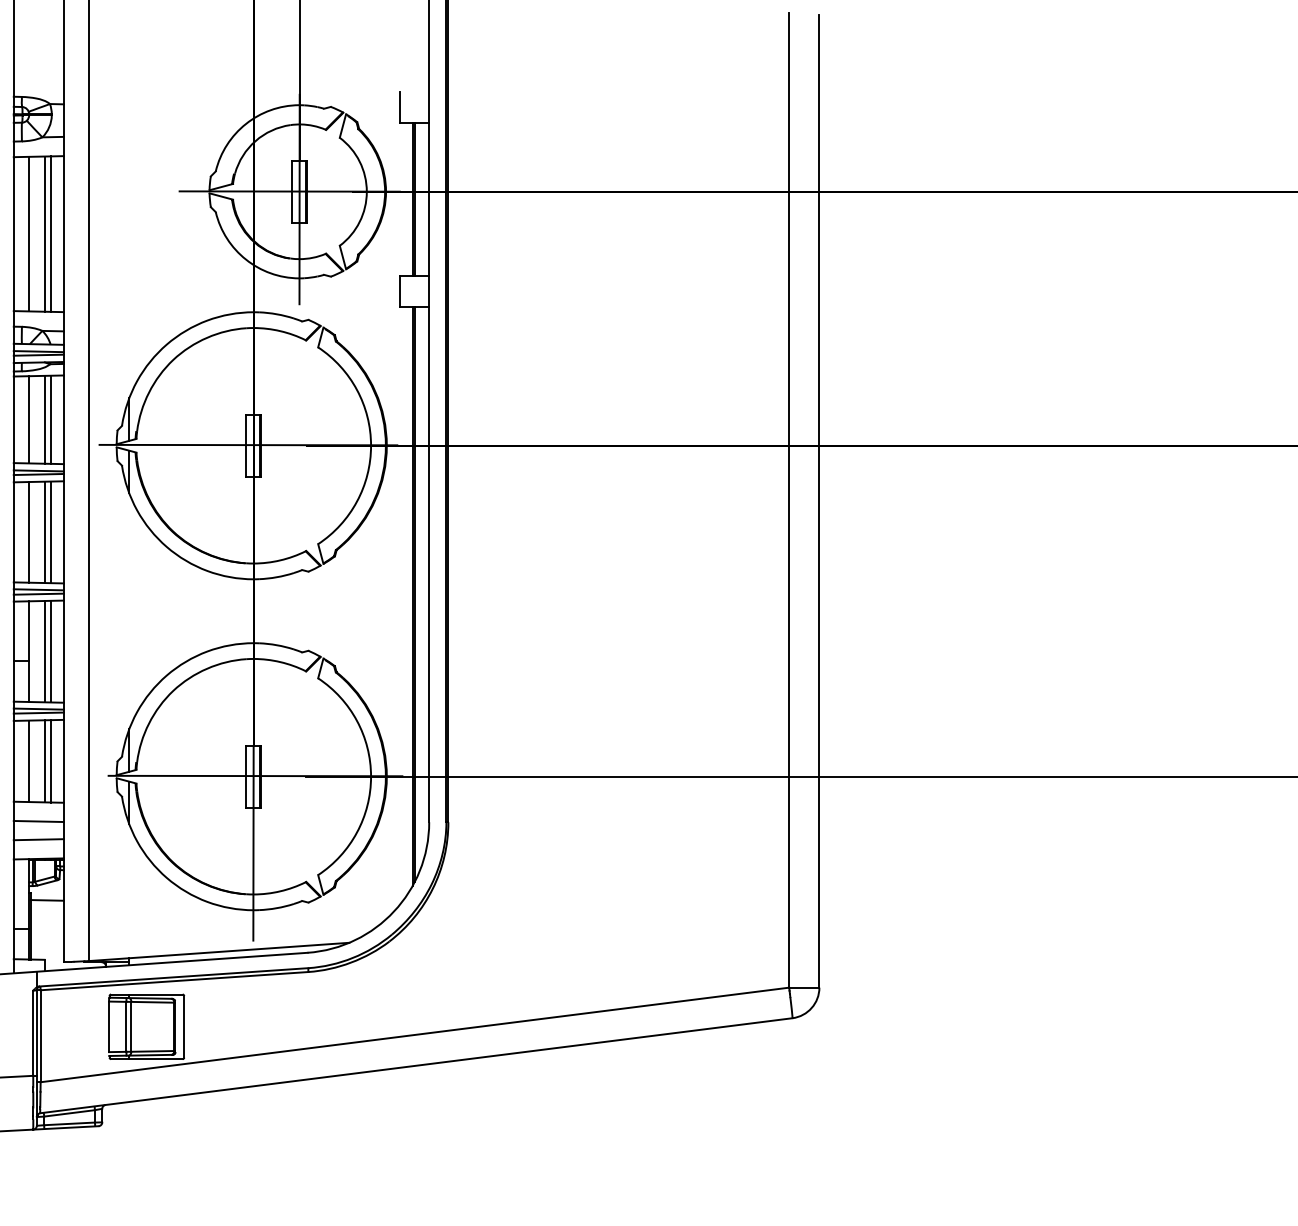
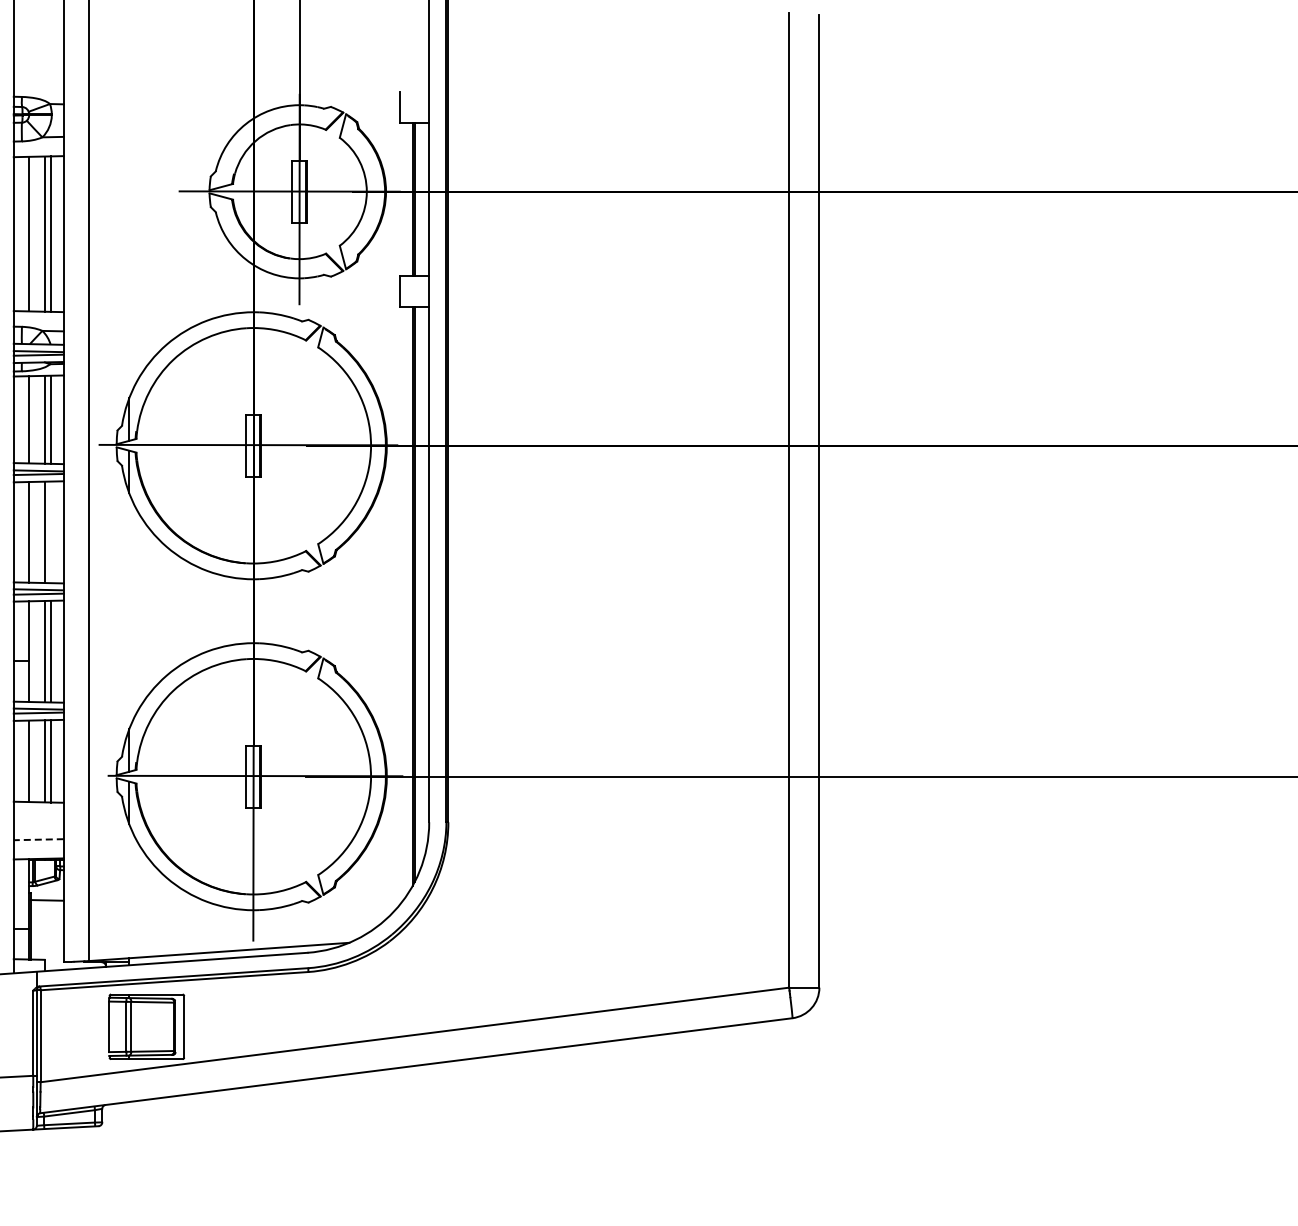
line at (51, 532): present -> none
line at (38, 821): present -> none
line at (38, 839): solid -> dashed
